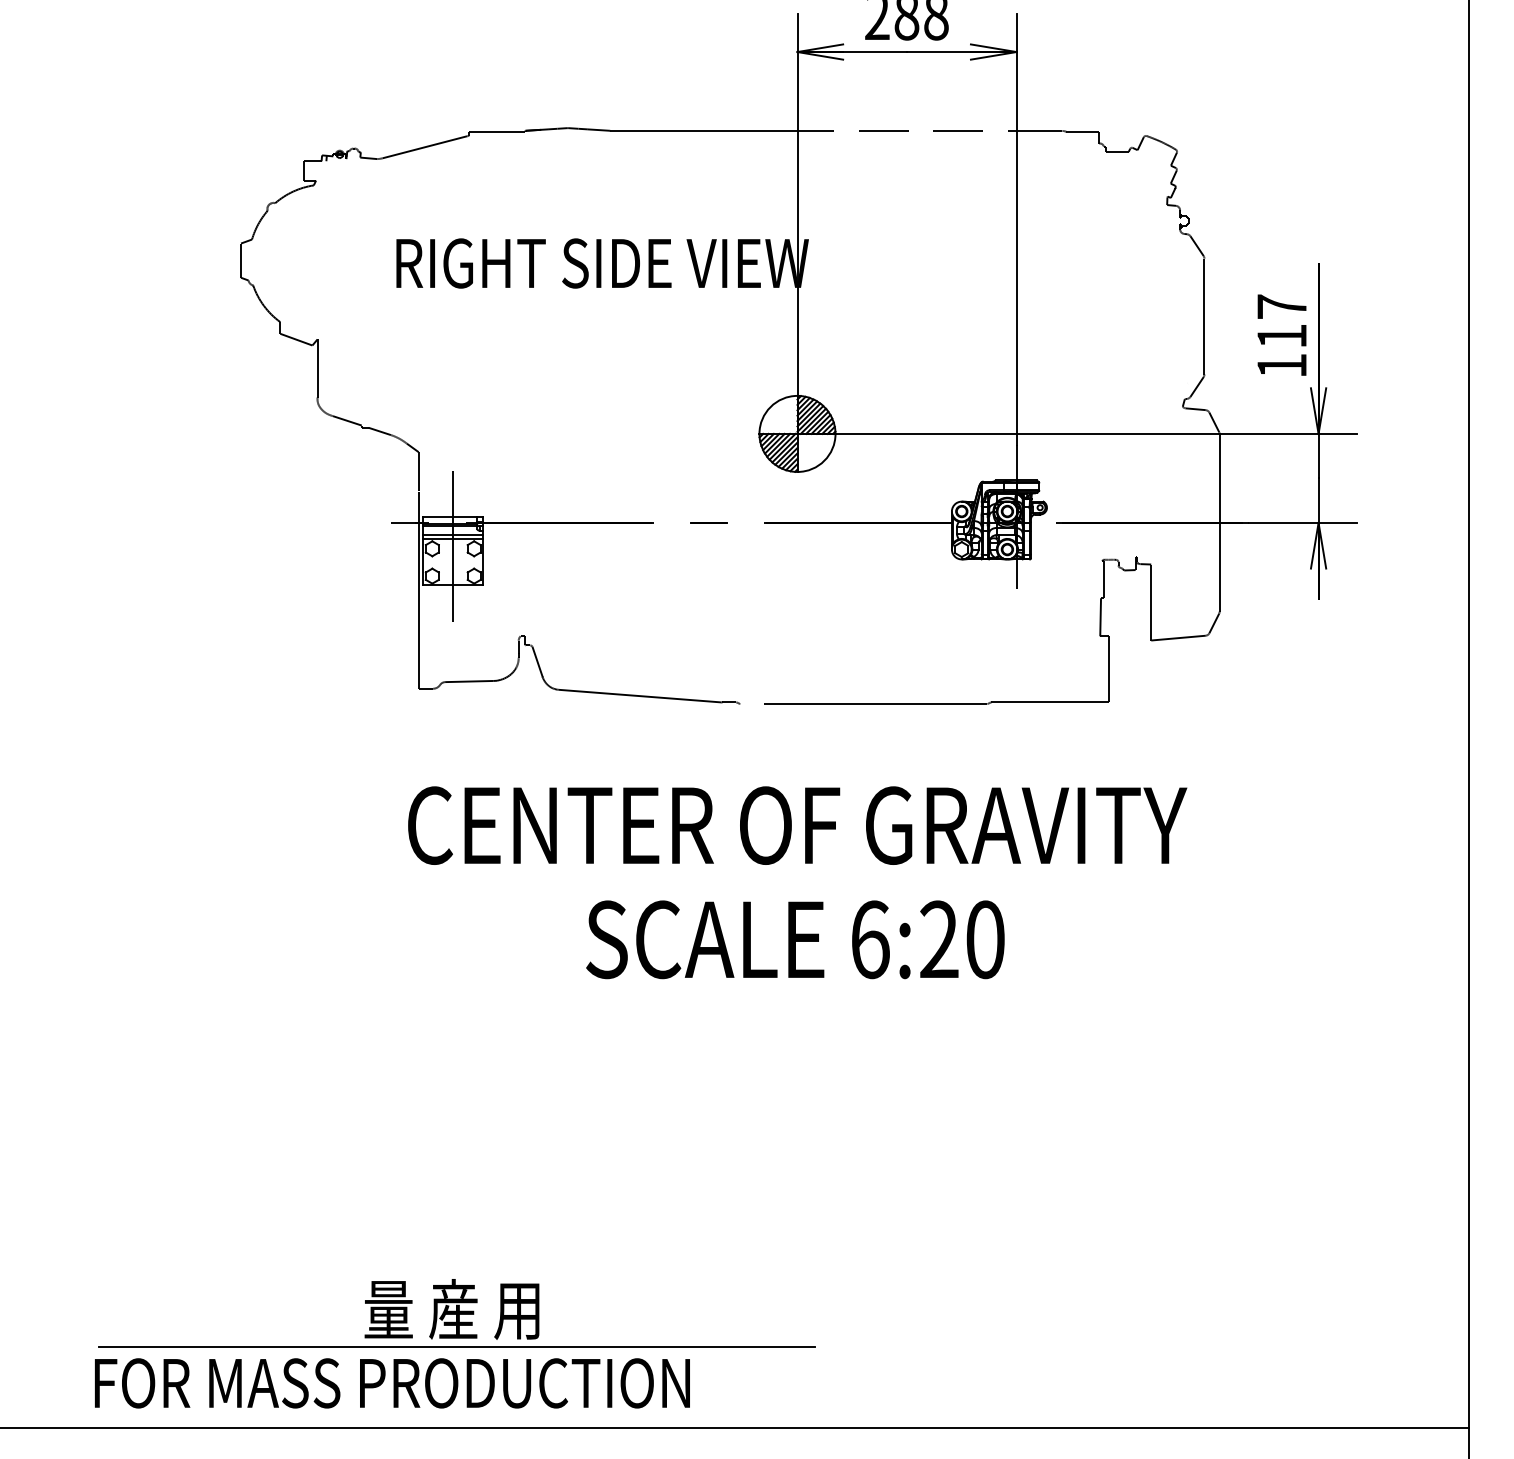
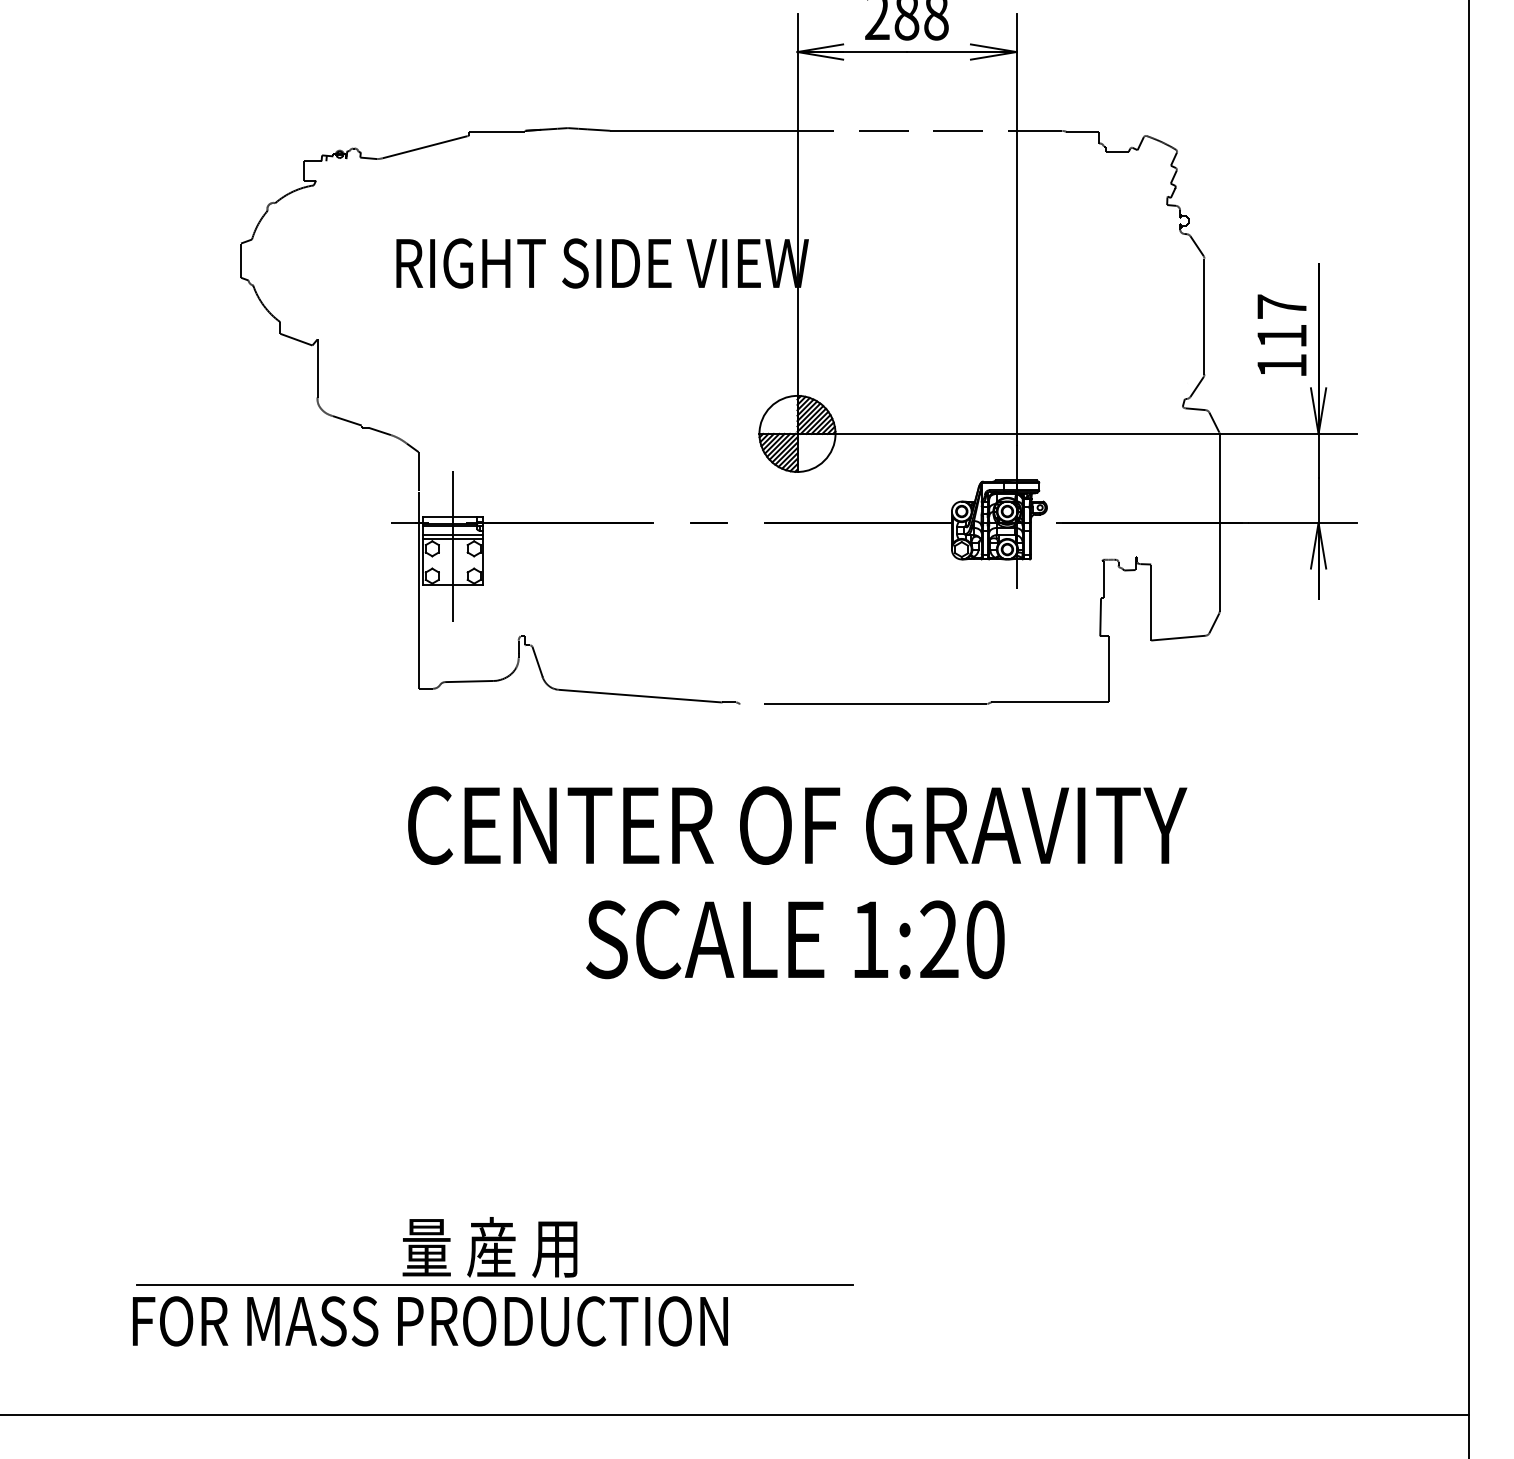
text at (870, 939): 6:20 -> 1:20
part at (455, 1343) position: (455, 1343) -> (493, 1281)
line at (735, 1428) position: (735, 1428) -> (735, 1415)
